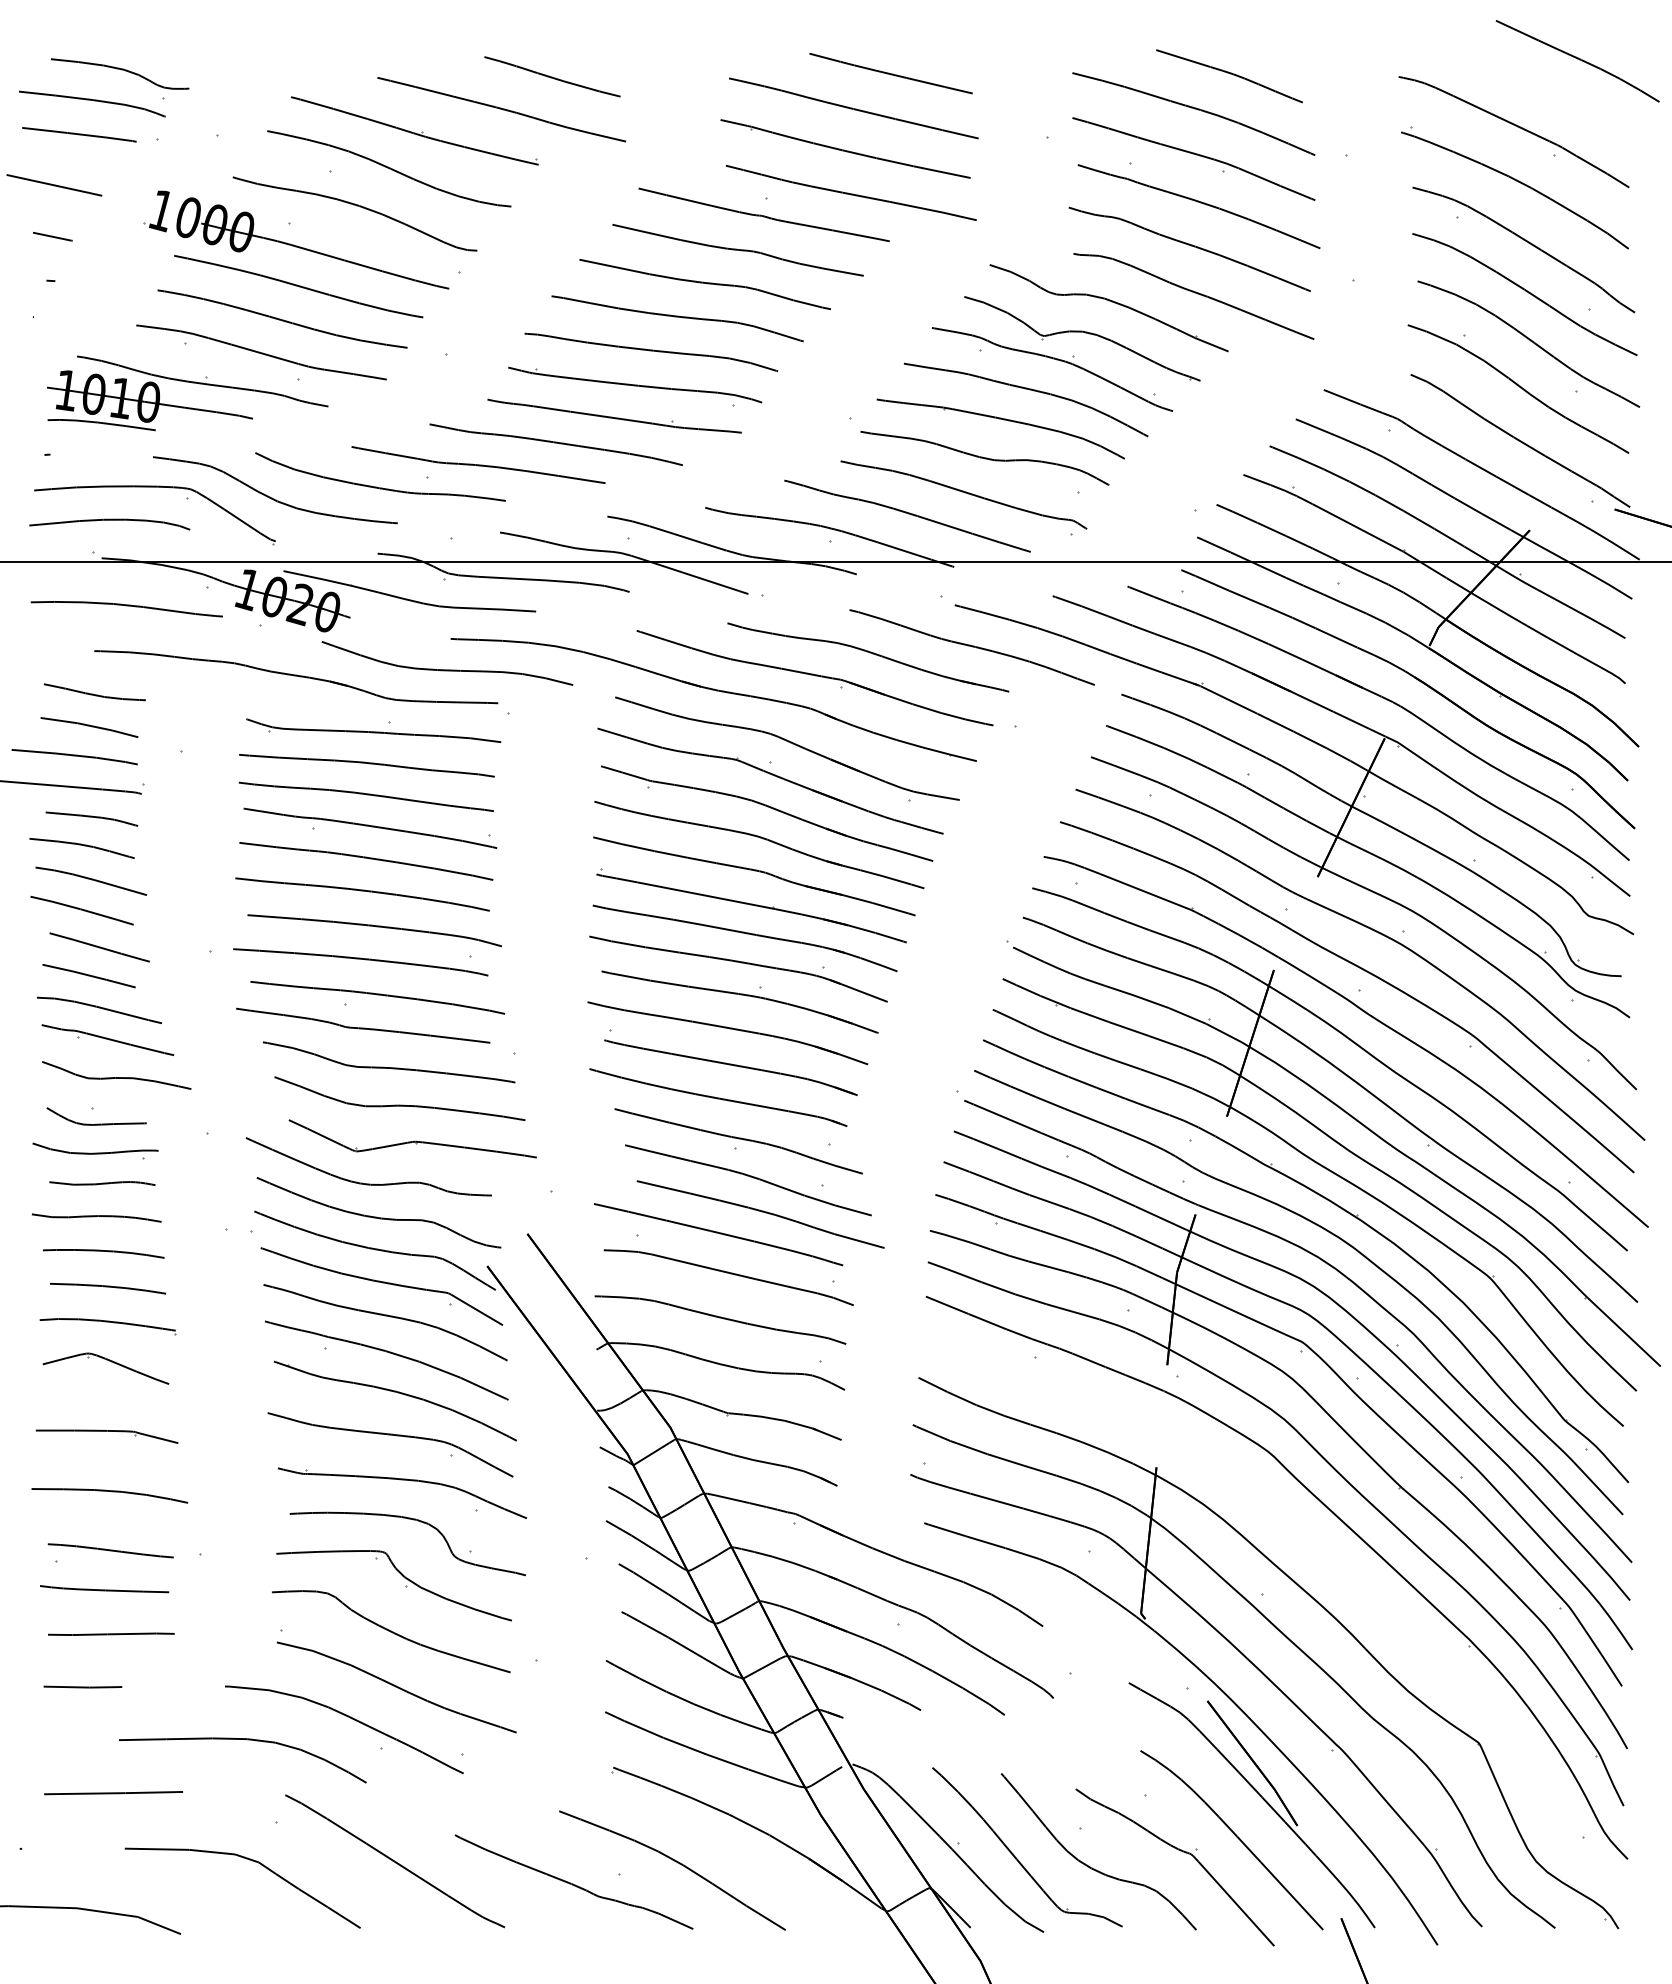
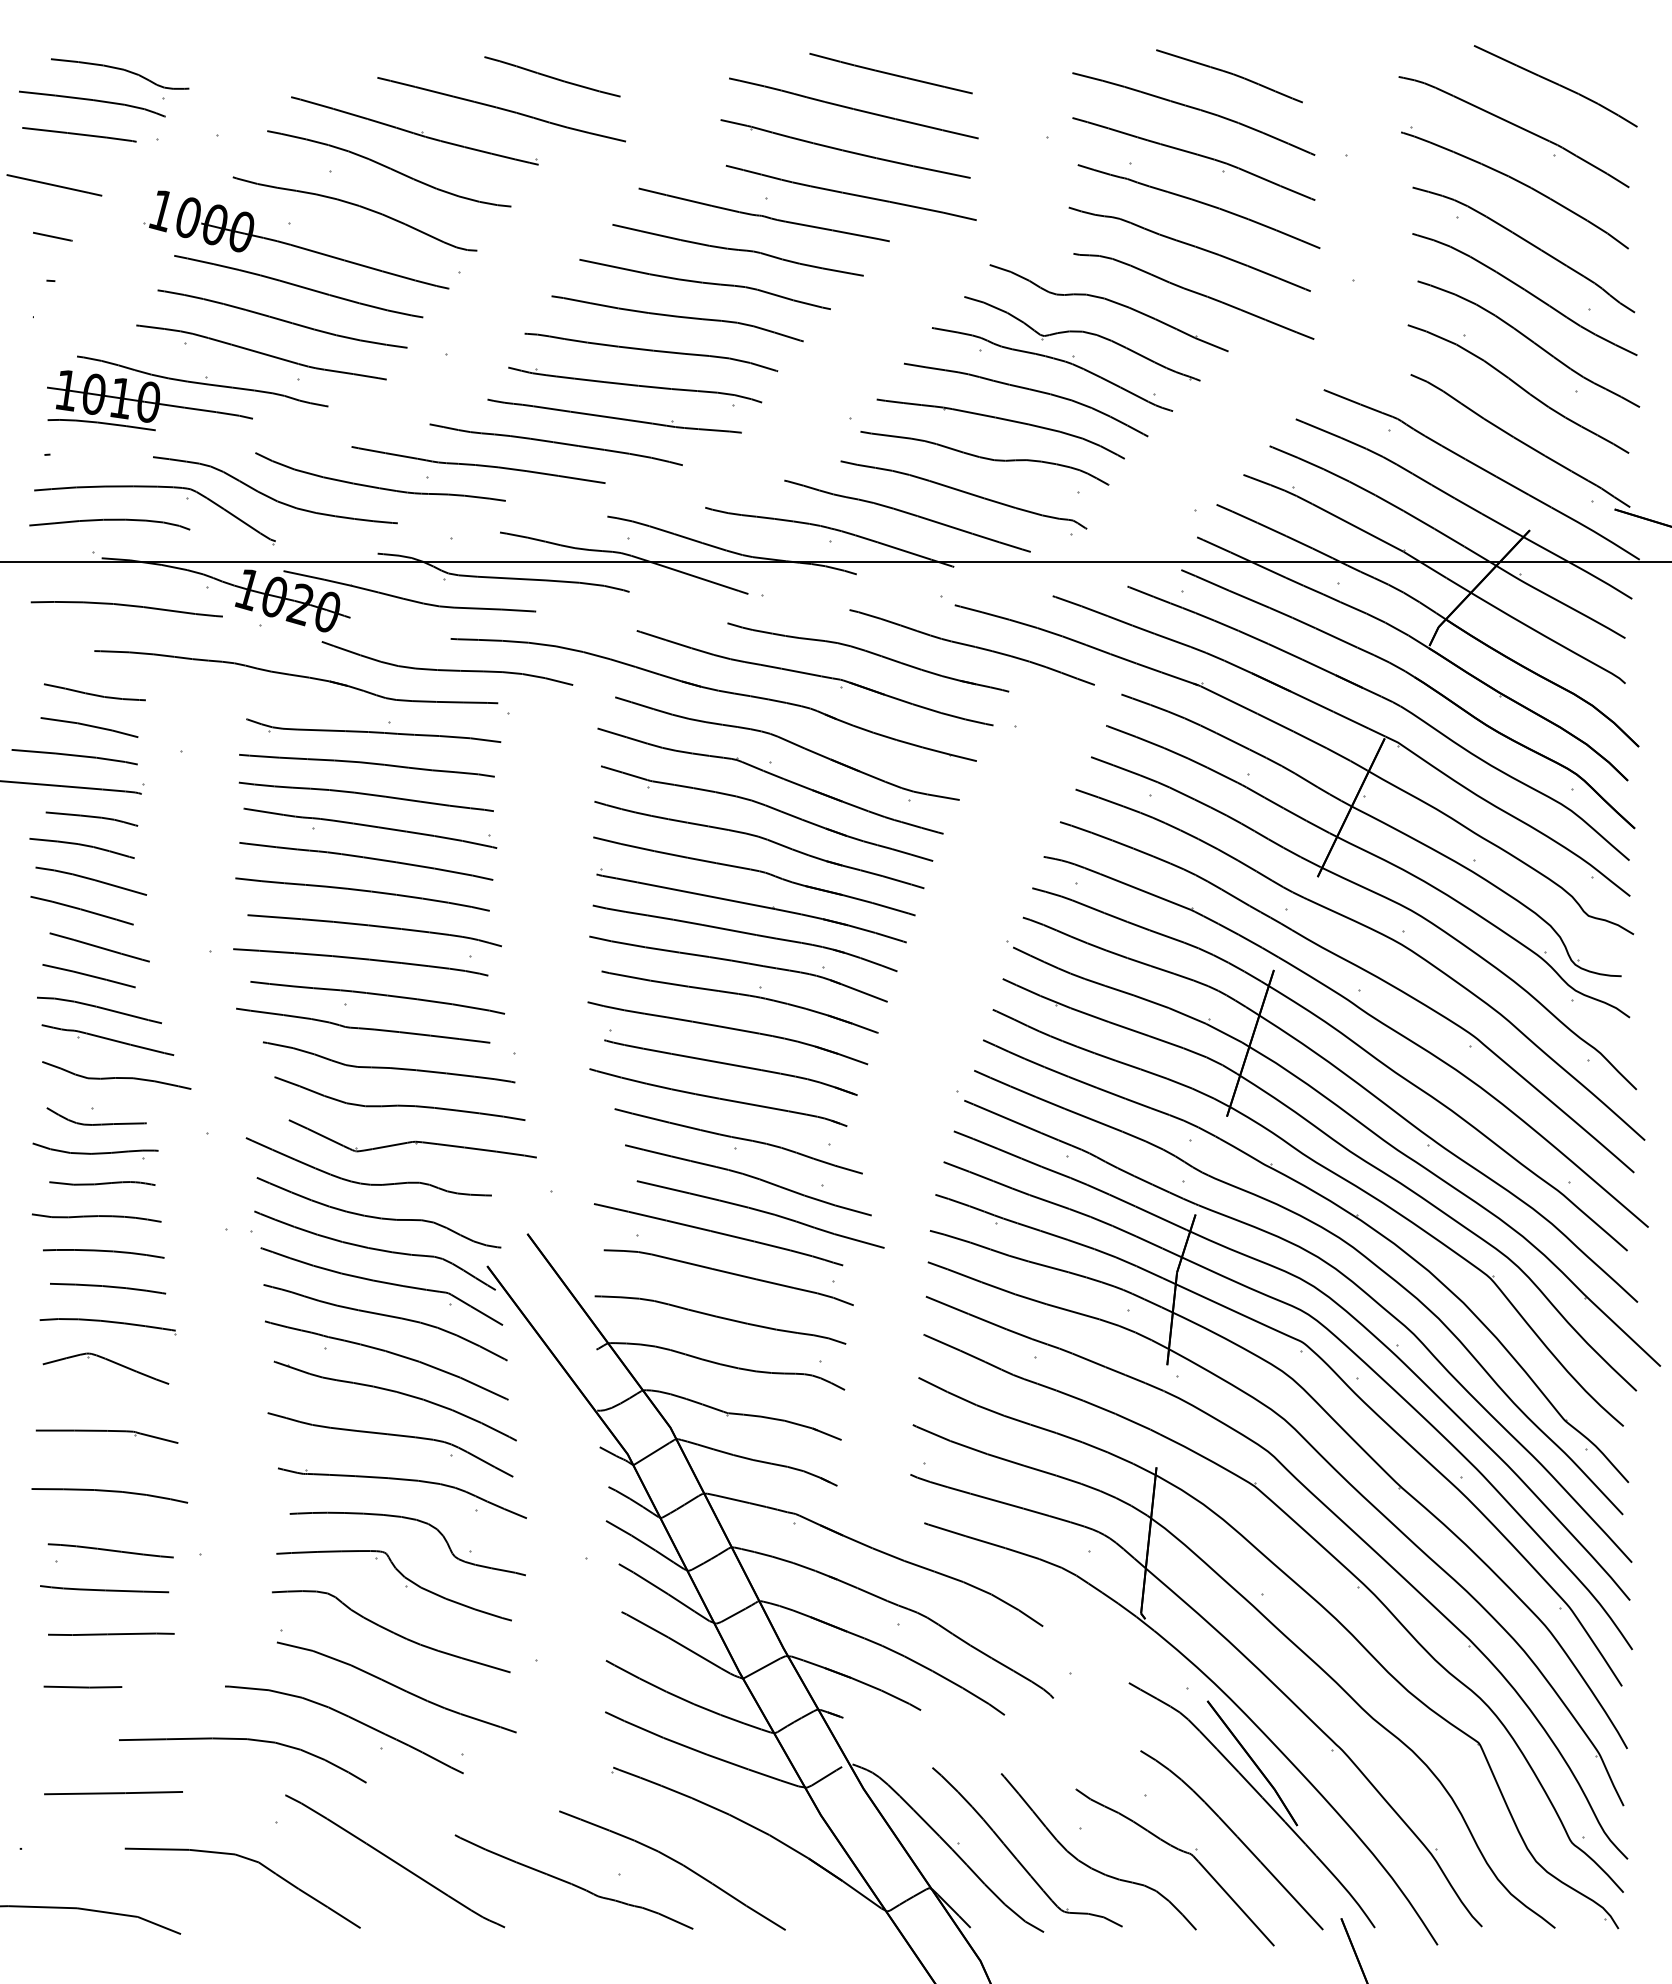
curve at (1577, 59) position: (1577, 59) -> (1555, 84)
part at (1330, 1555): none -> present
